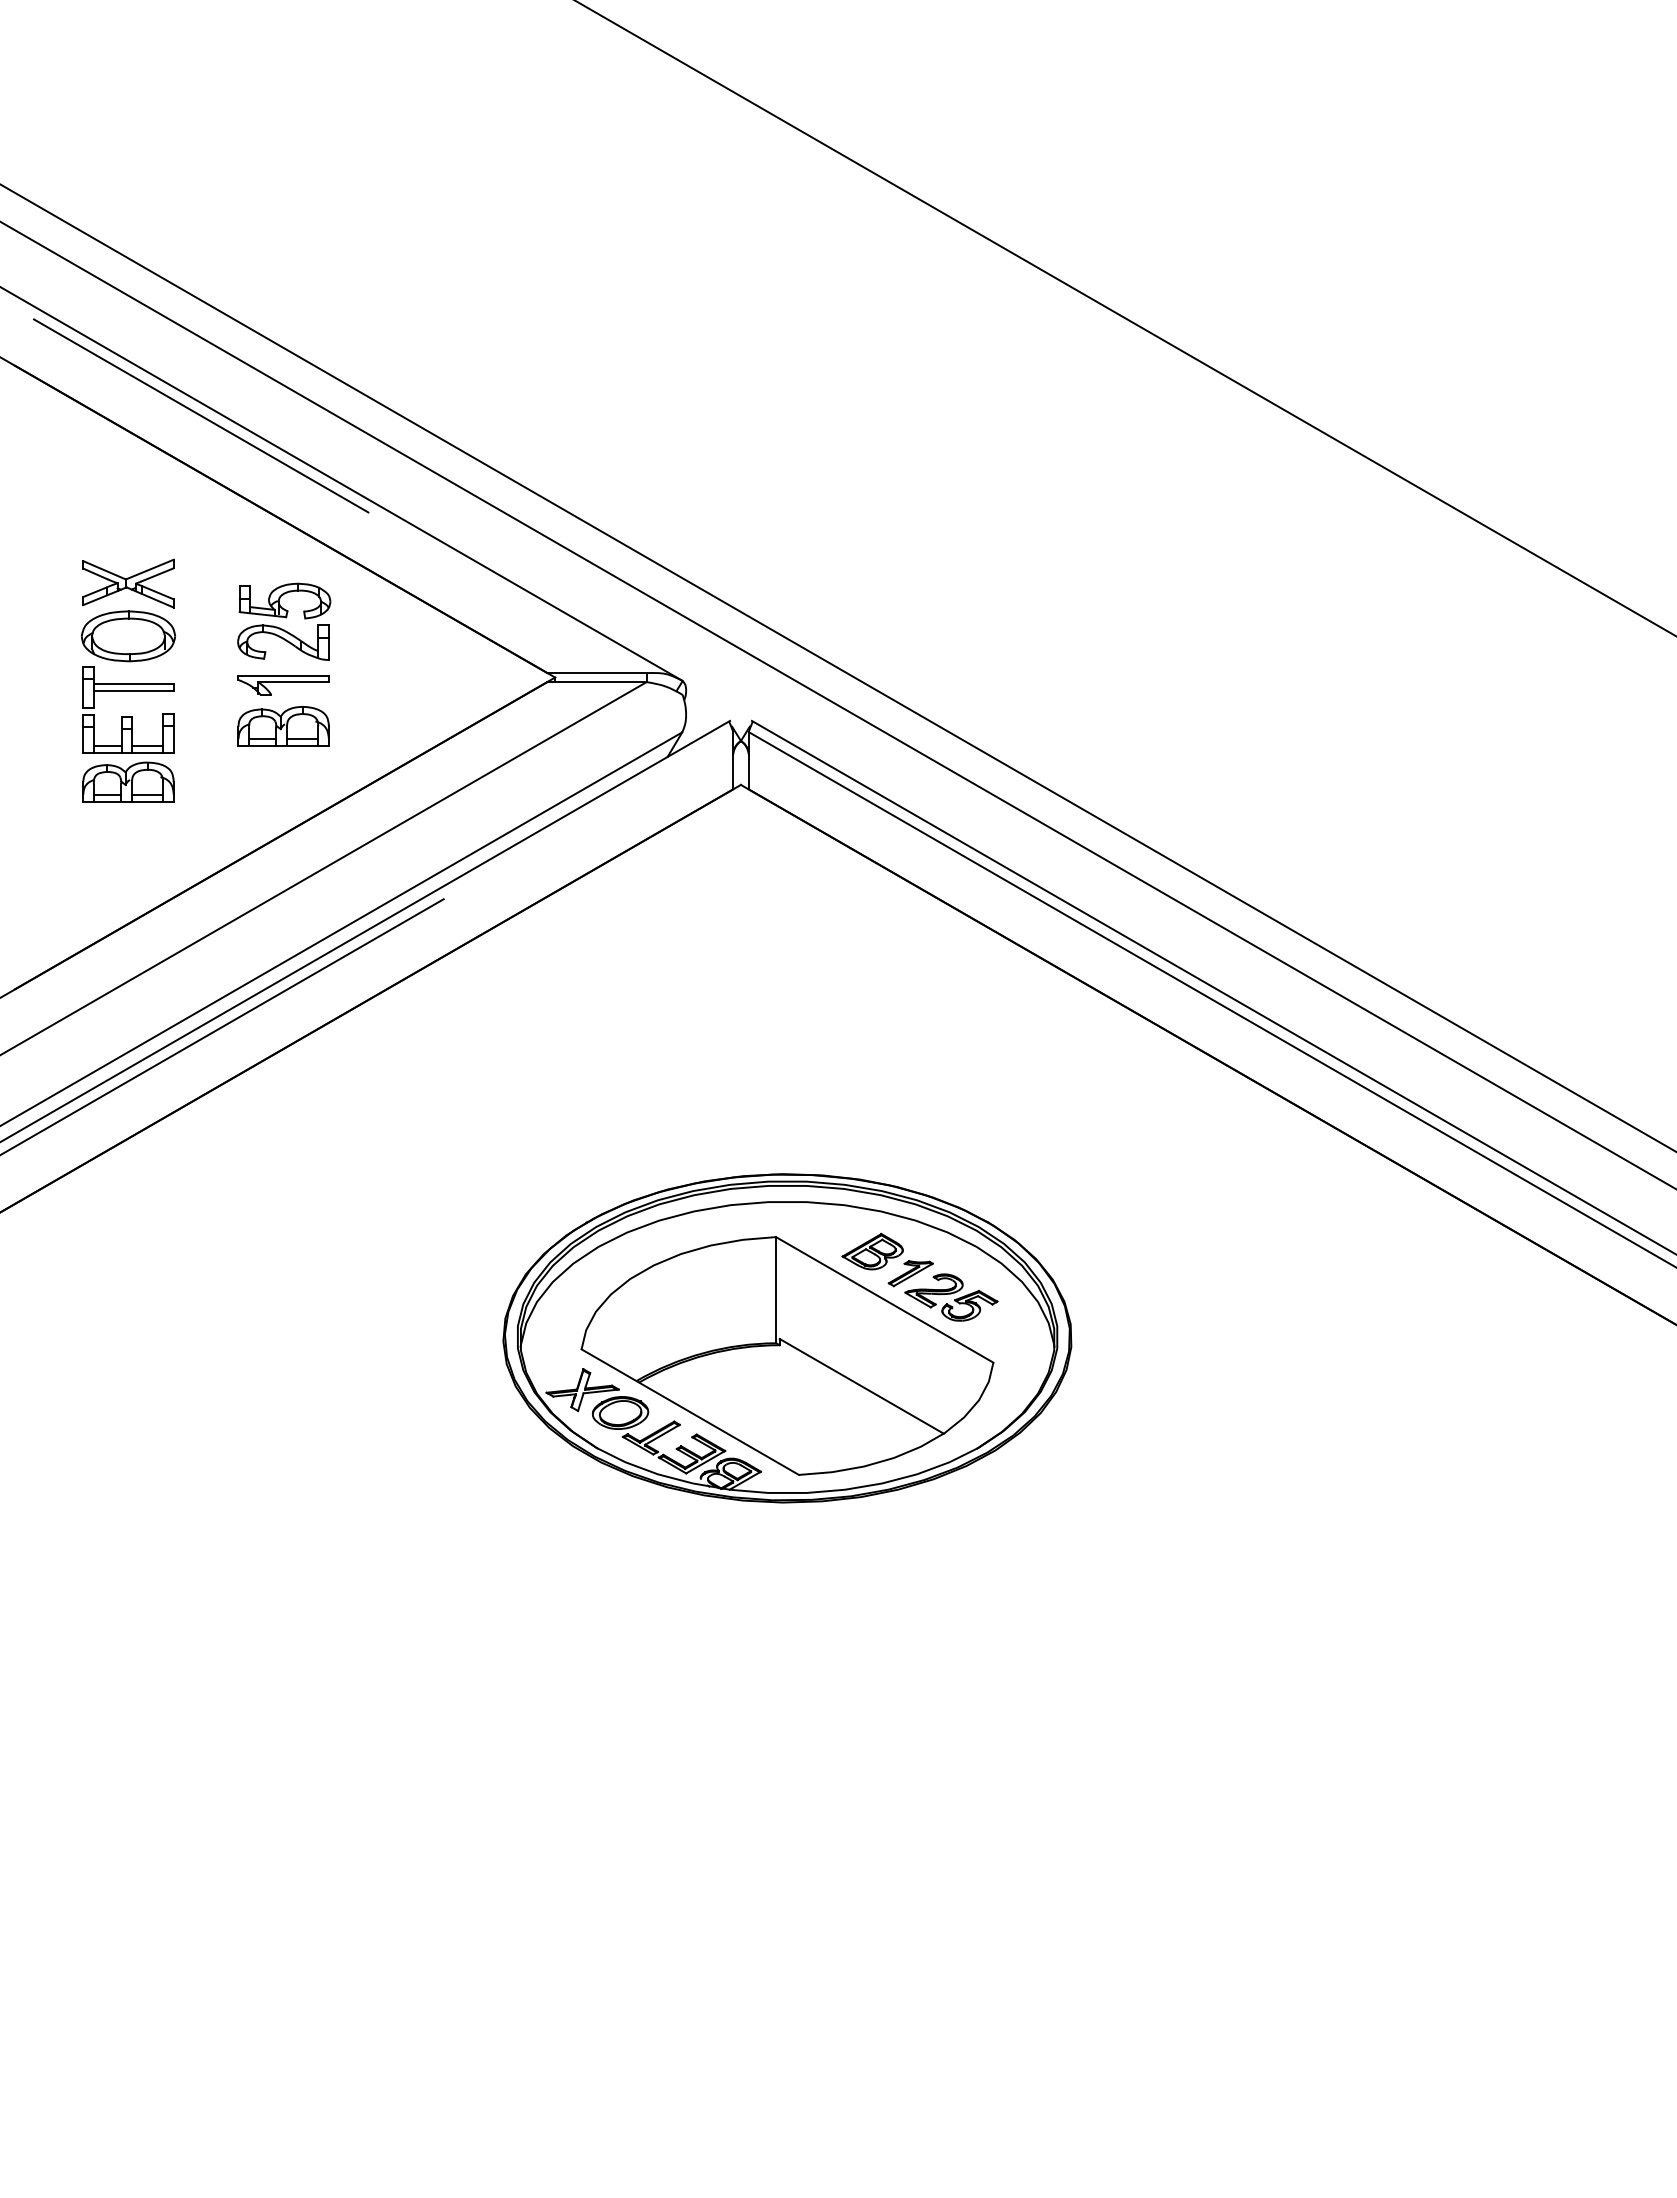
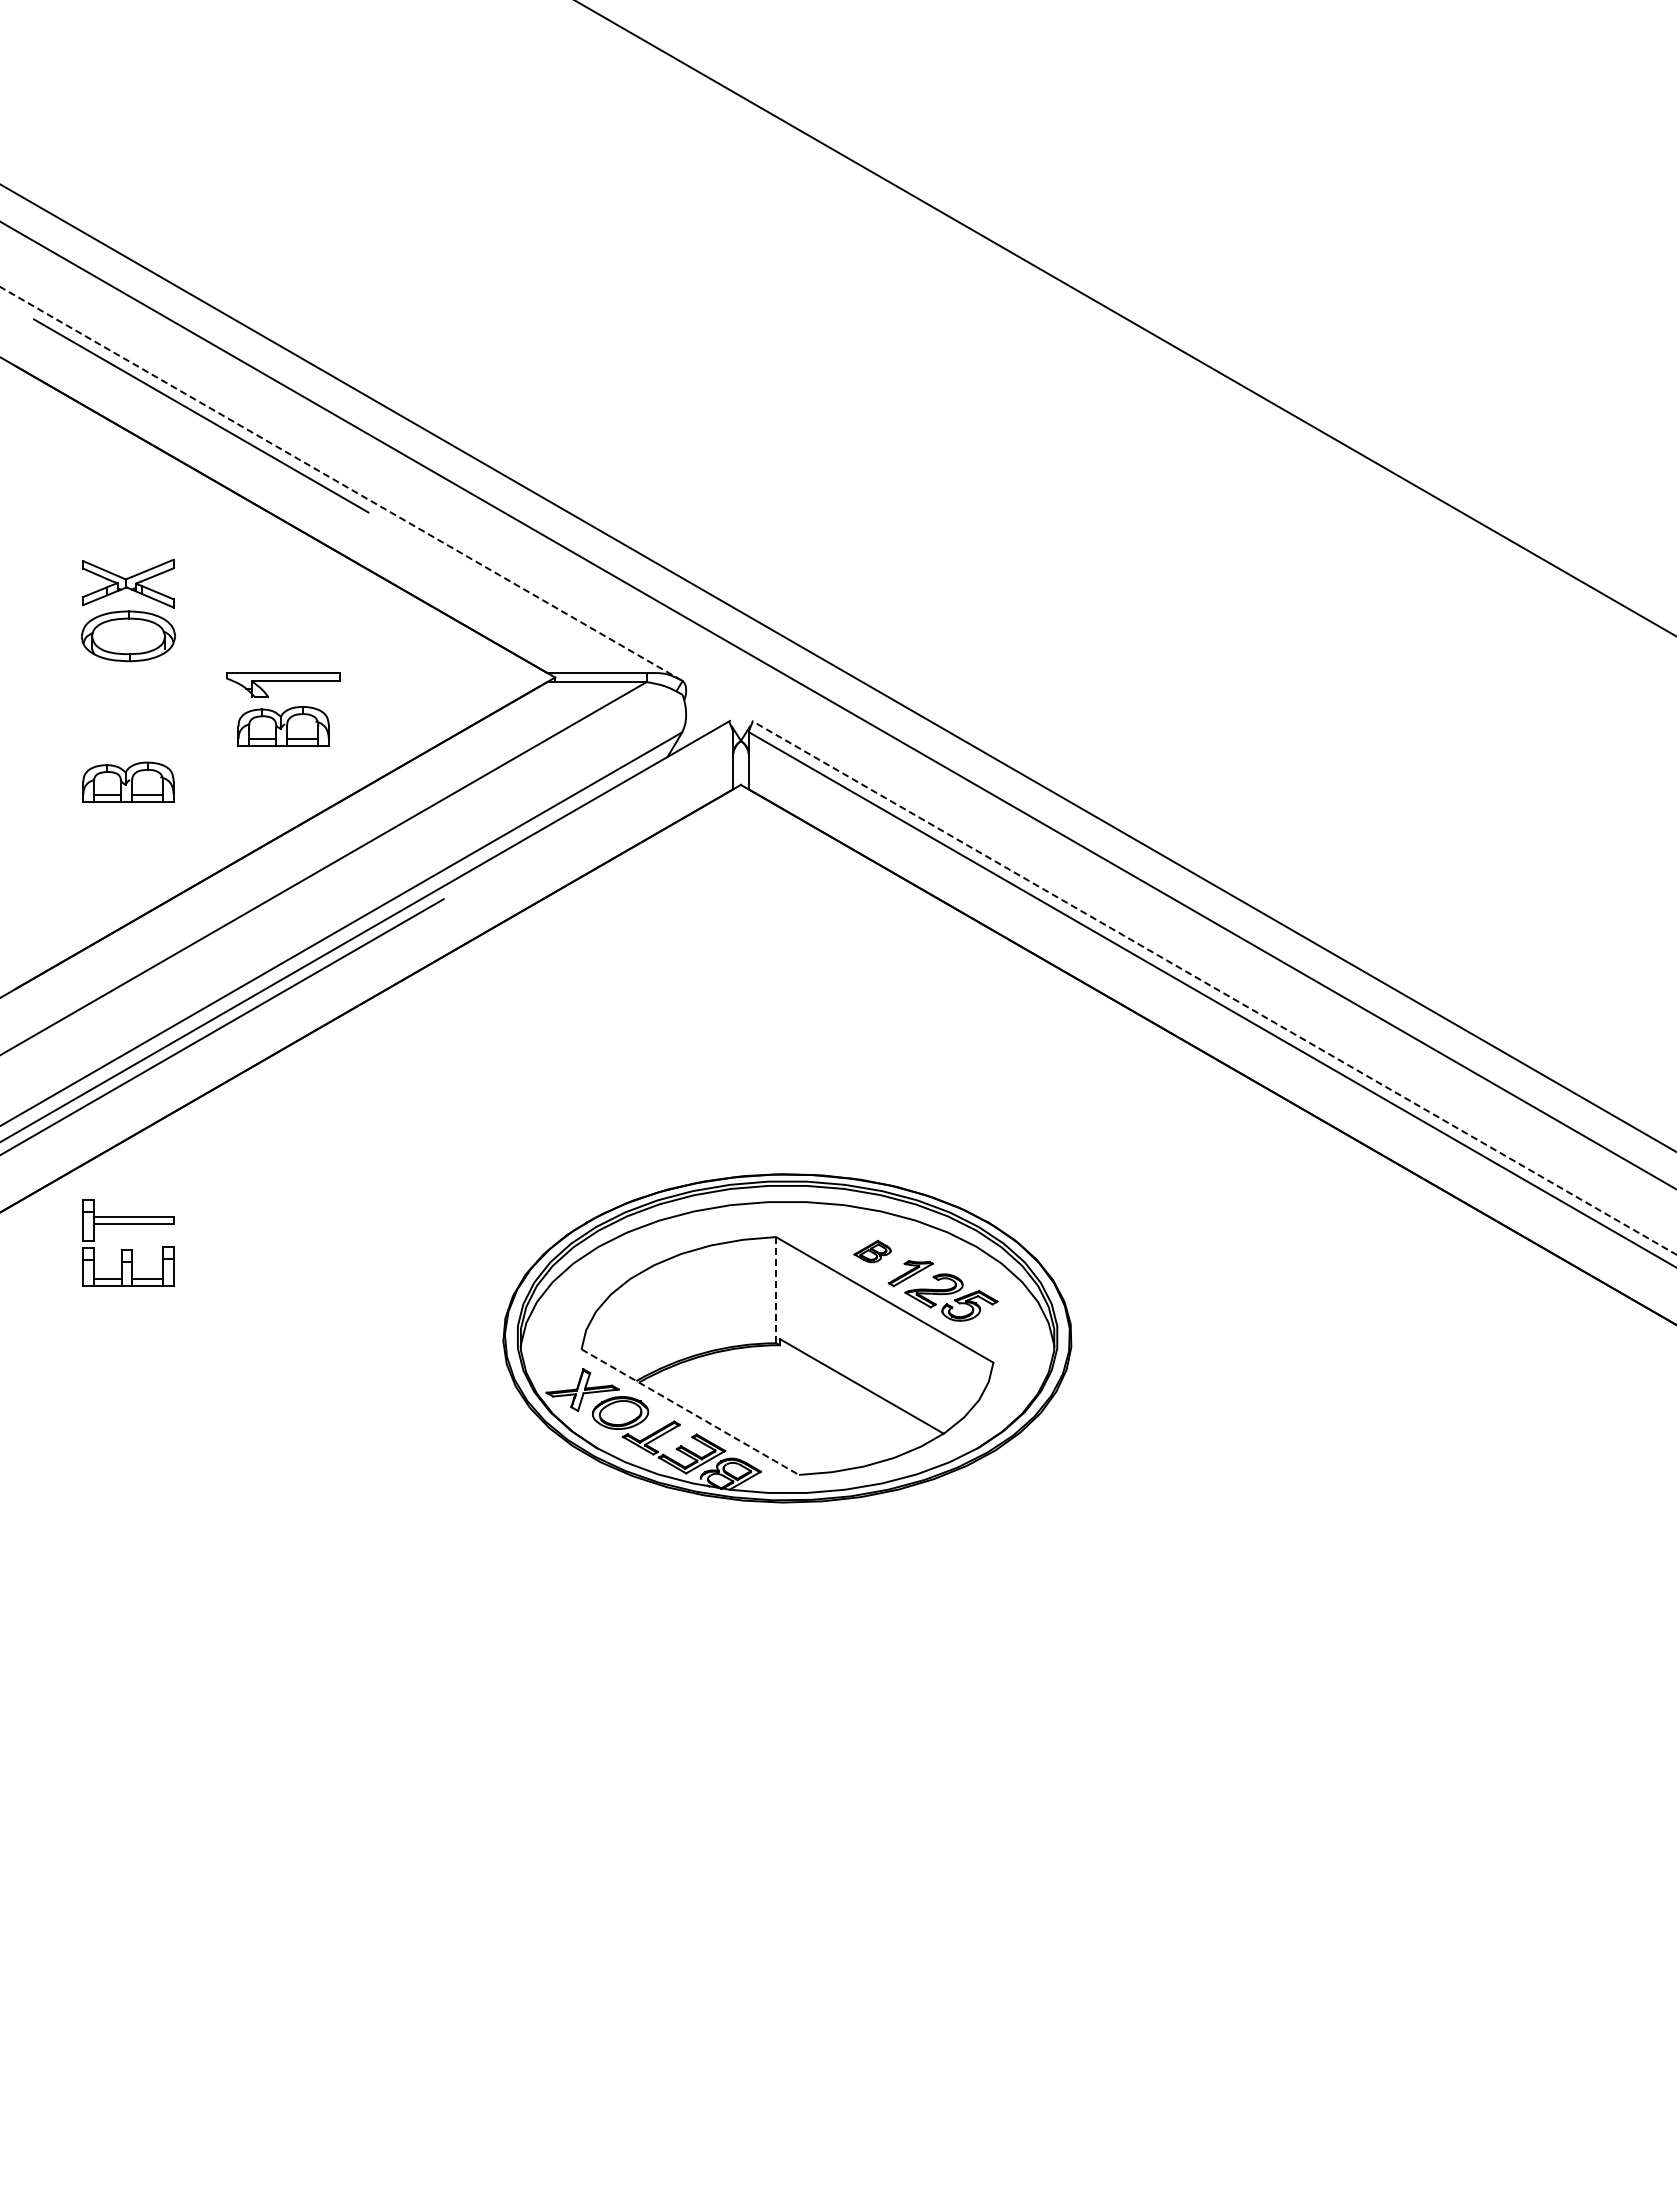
line at (340, 483): solid -> dashed
part at (284, 621): present -> none
part at (283, 685) size: 93x21 px -> 115x26 px
part at (128, 716) position: (128, 716) -> (128, 1249)
line at (1213, 987): solid -> dashed
part at (872, 1251) size: 63x39 px -> 39x25 px
line at (776, 1289): solid -> dashed
line at (690, 1412): solid -> dashed
